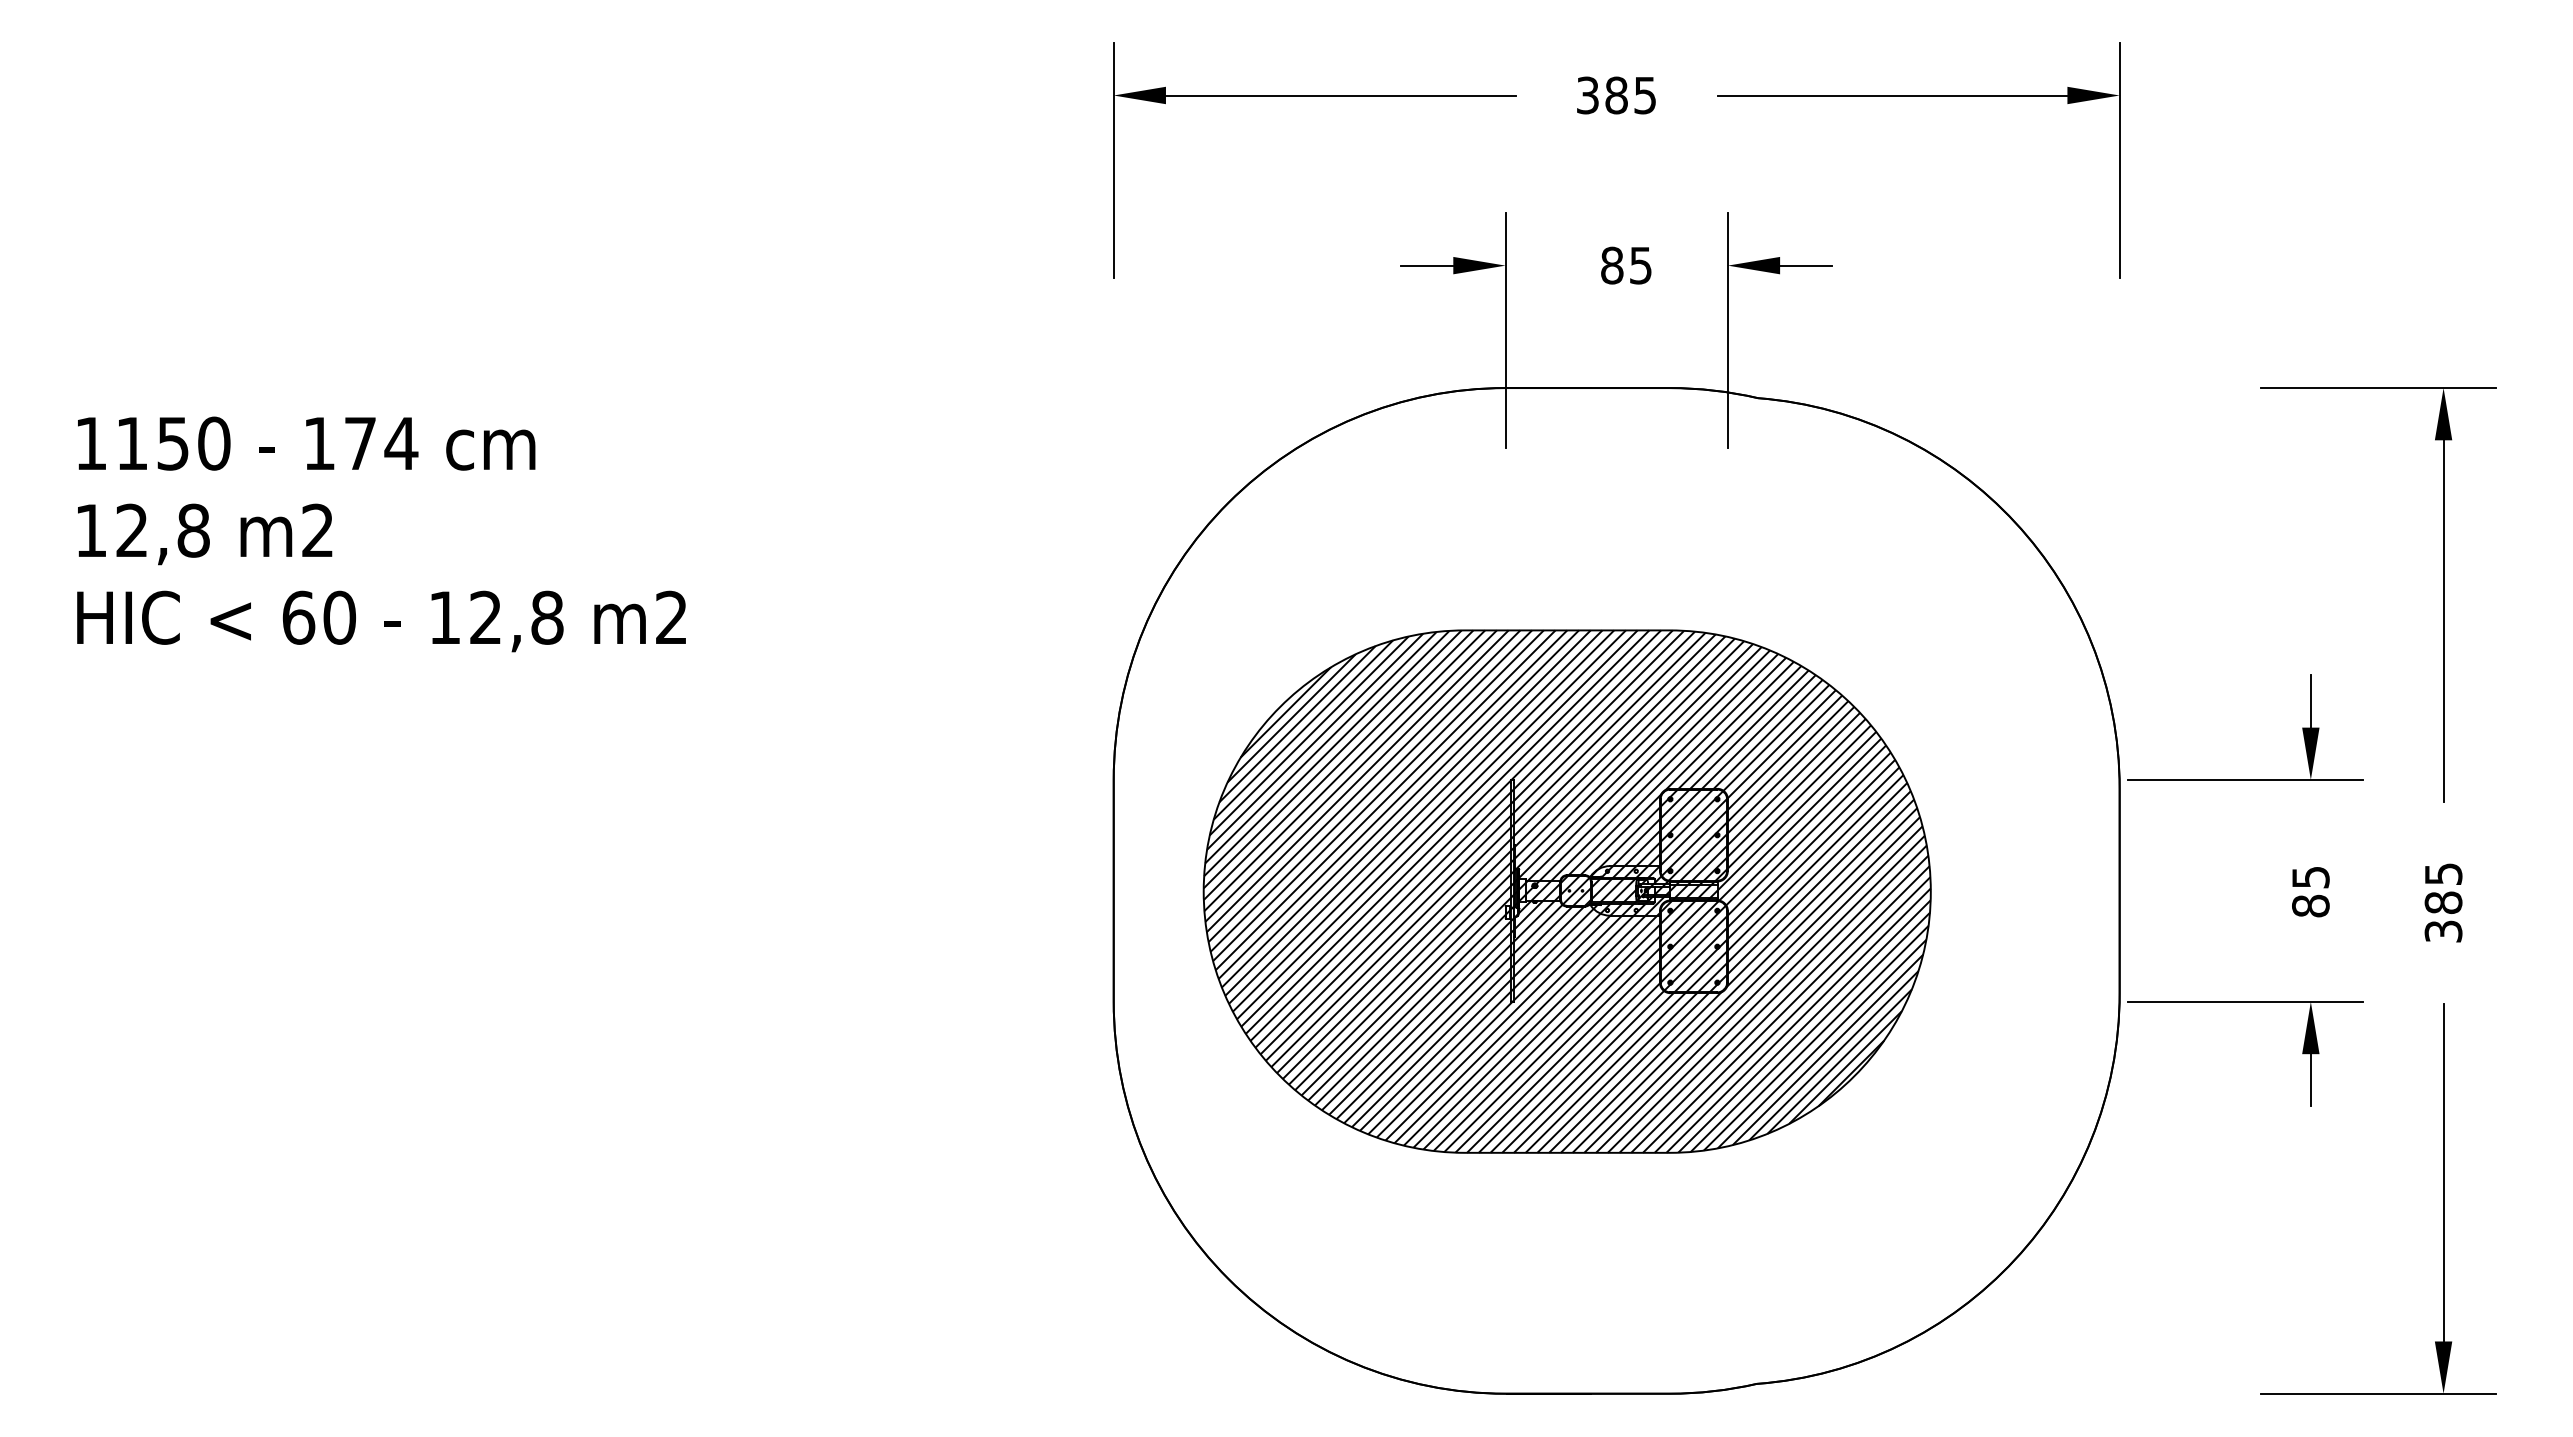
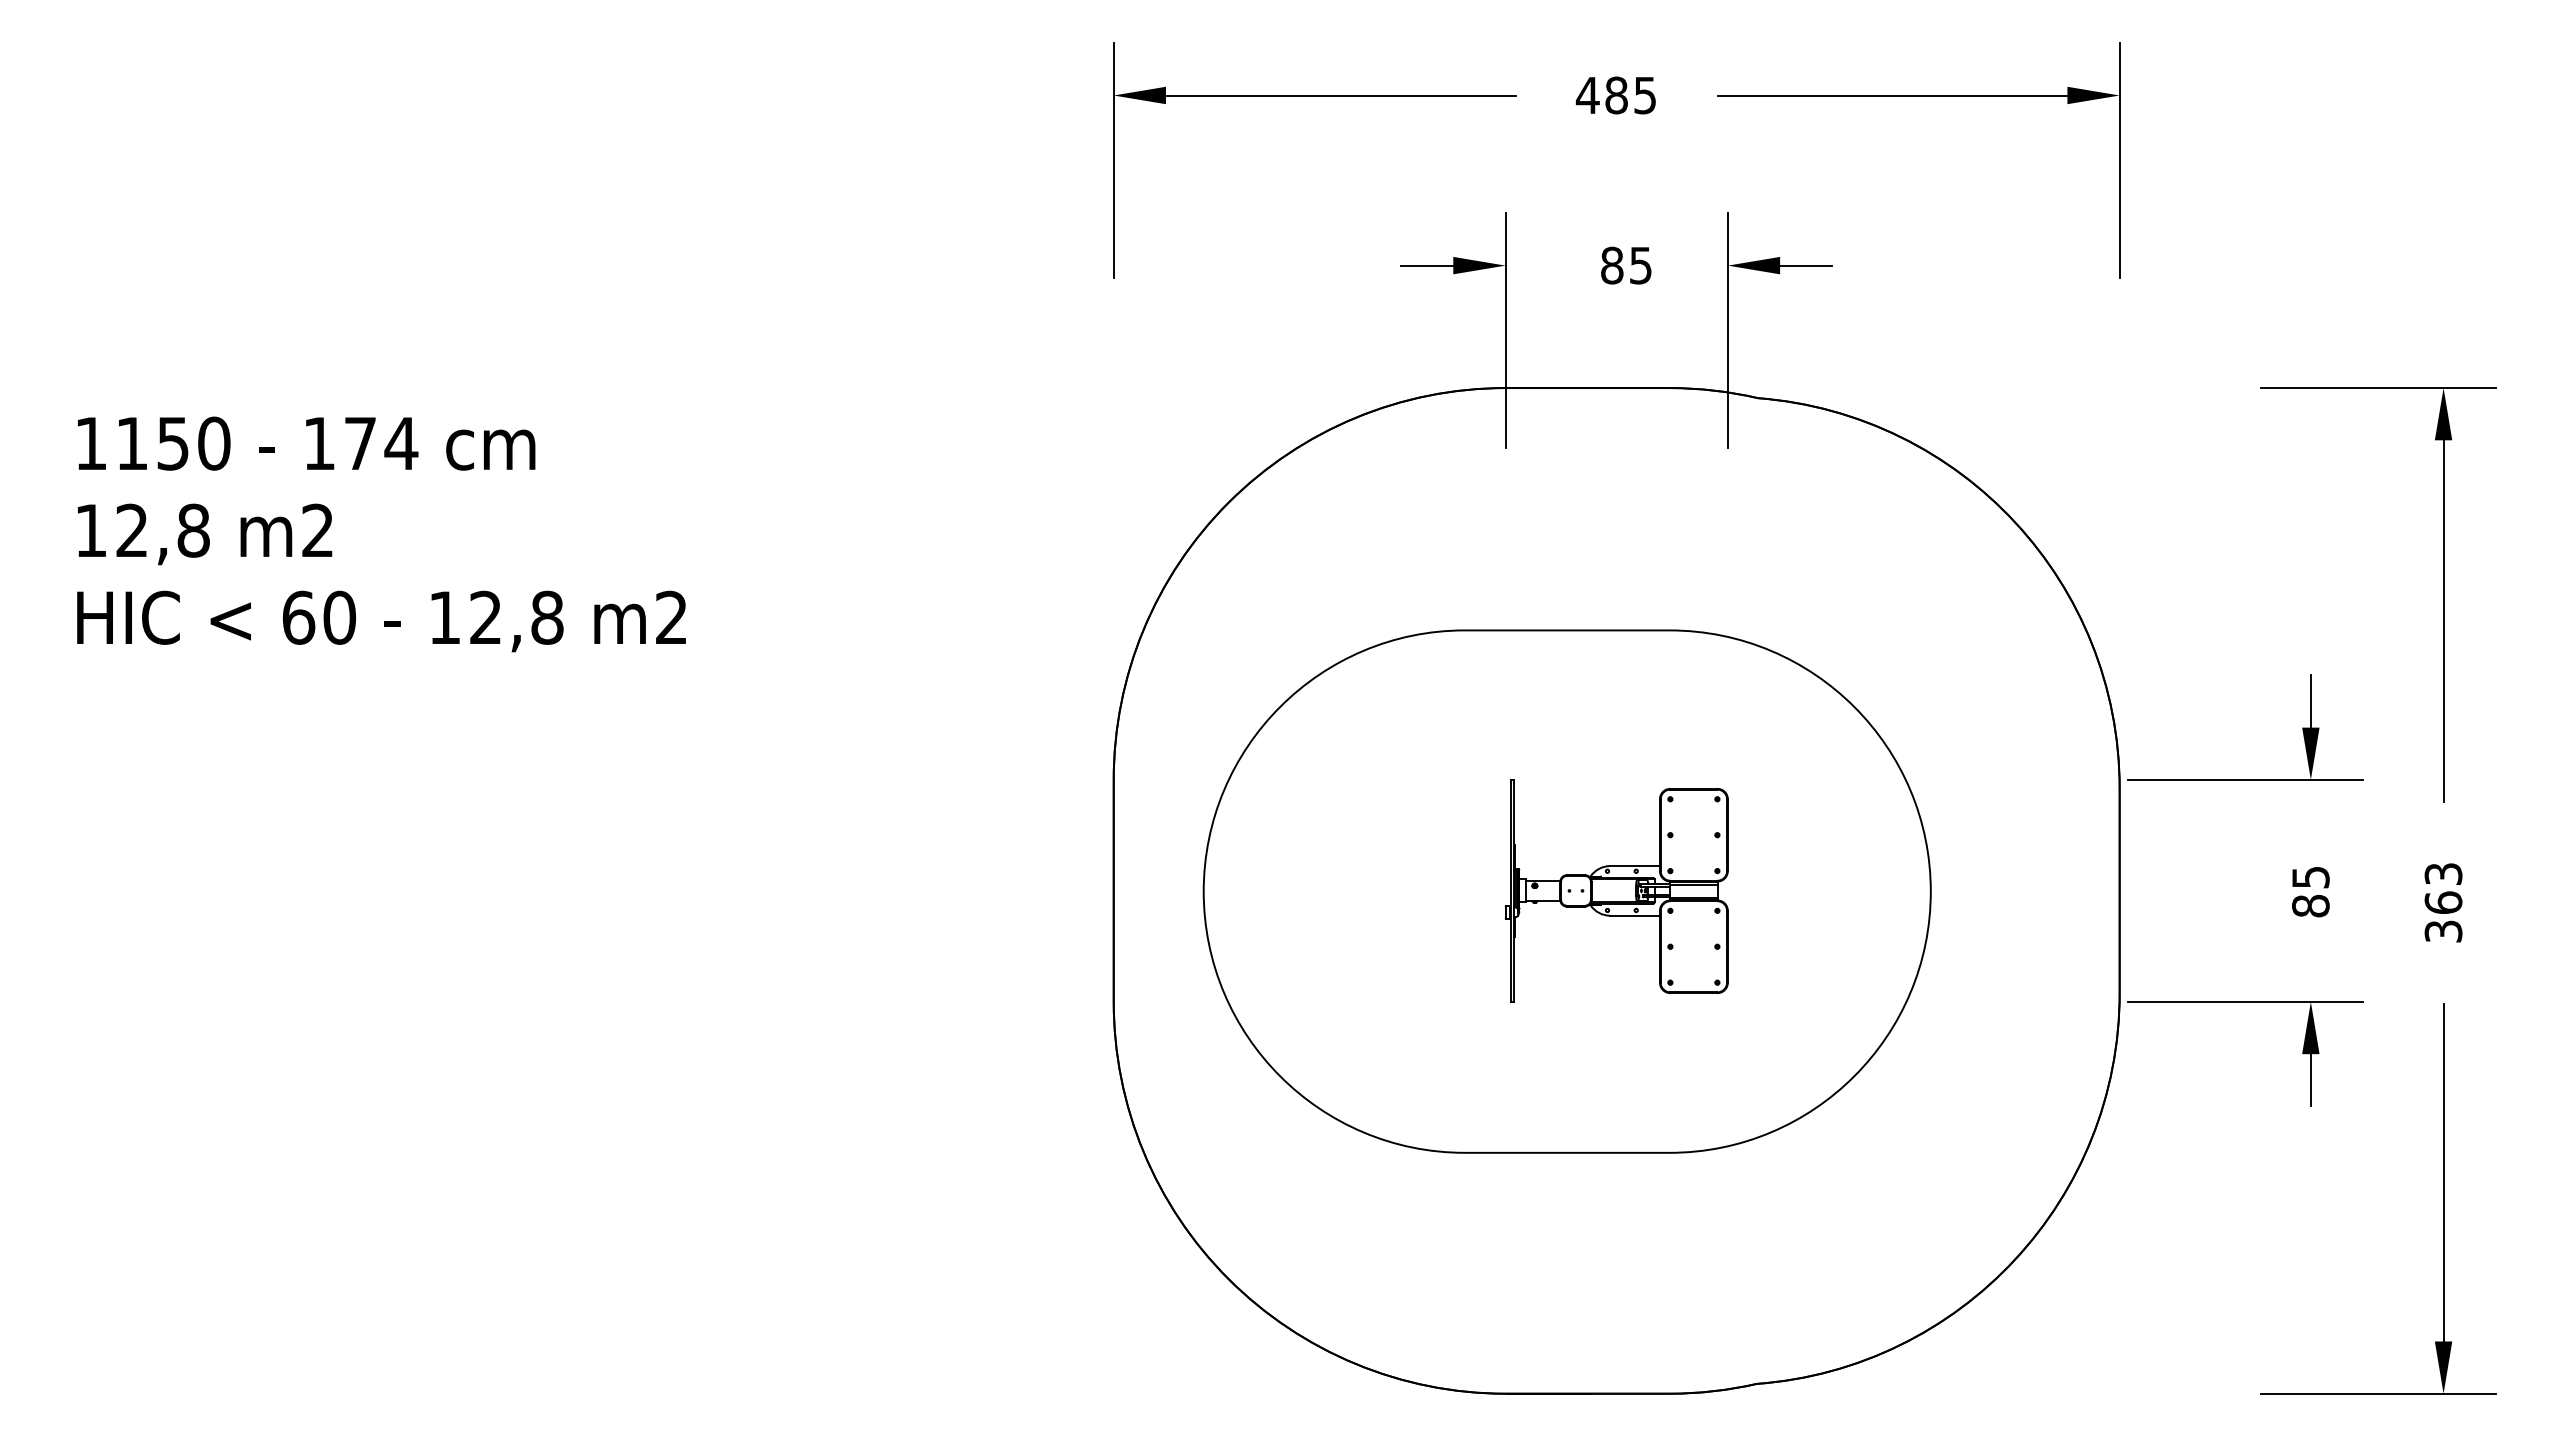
text at (1587, 95): 385 -> 485
text at (2443, 888): 385 -> 363
hatch at (1566, 891): present -> none
